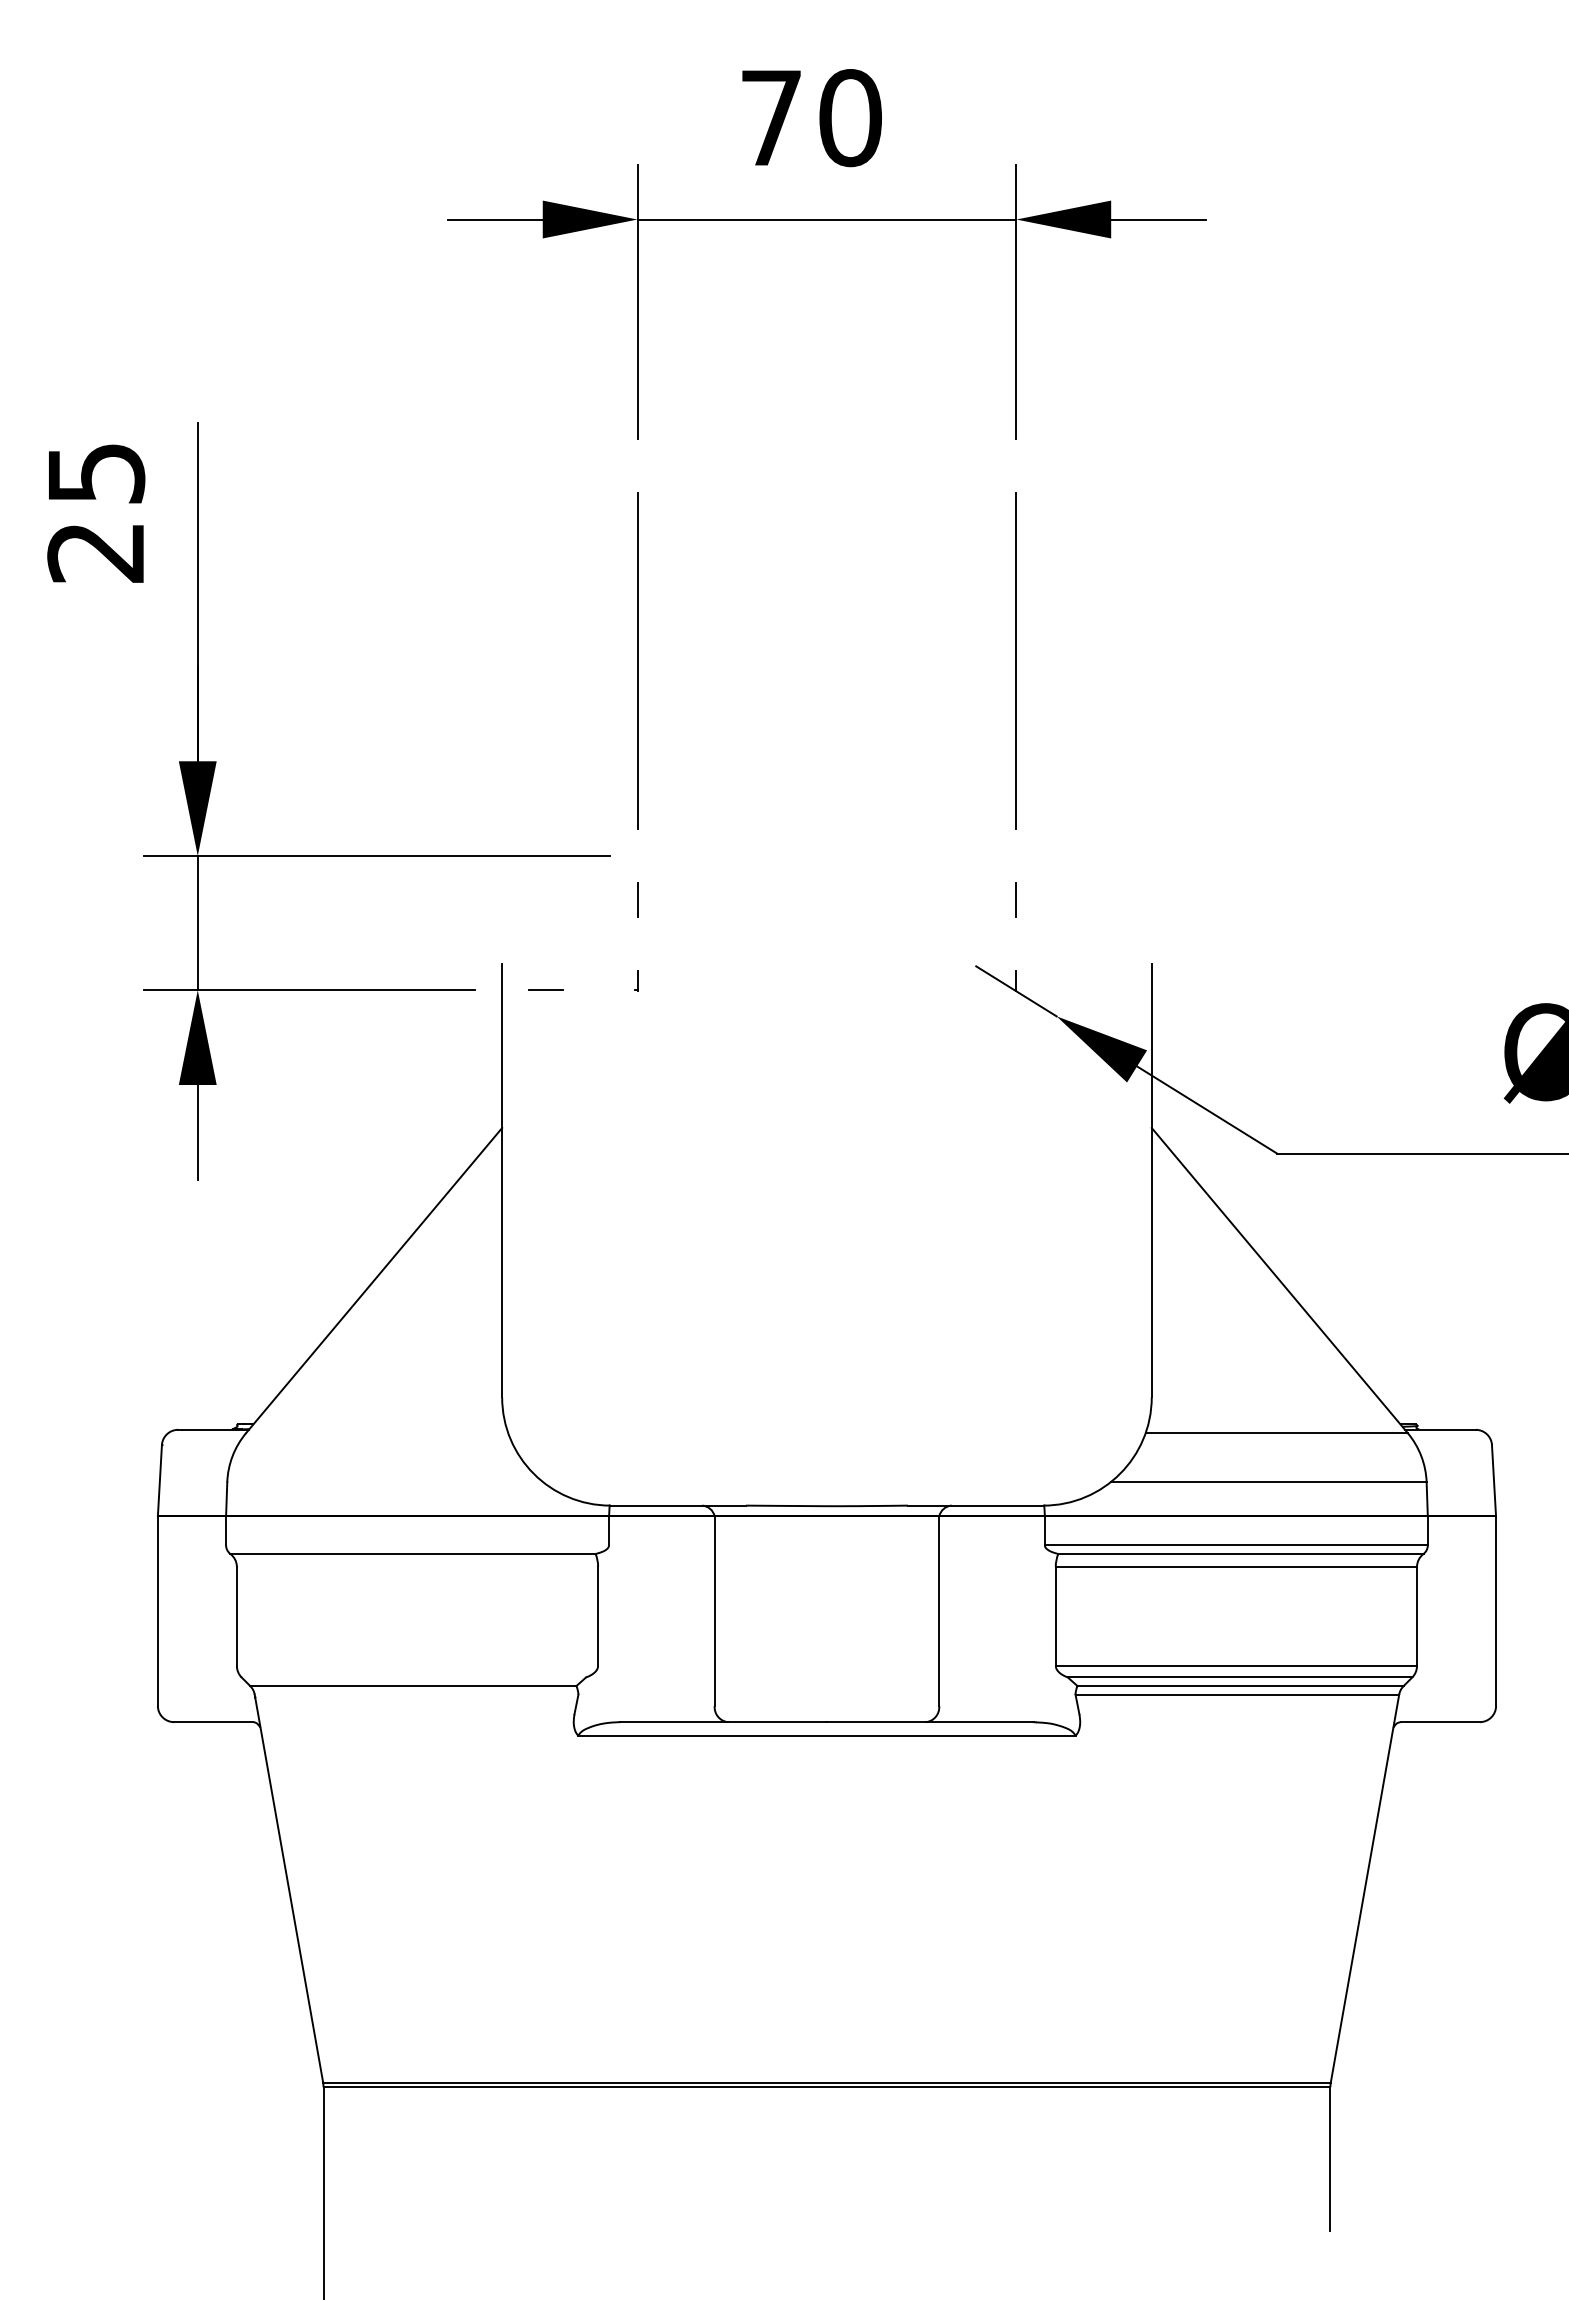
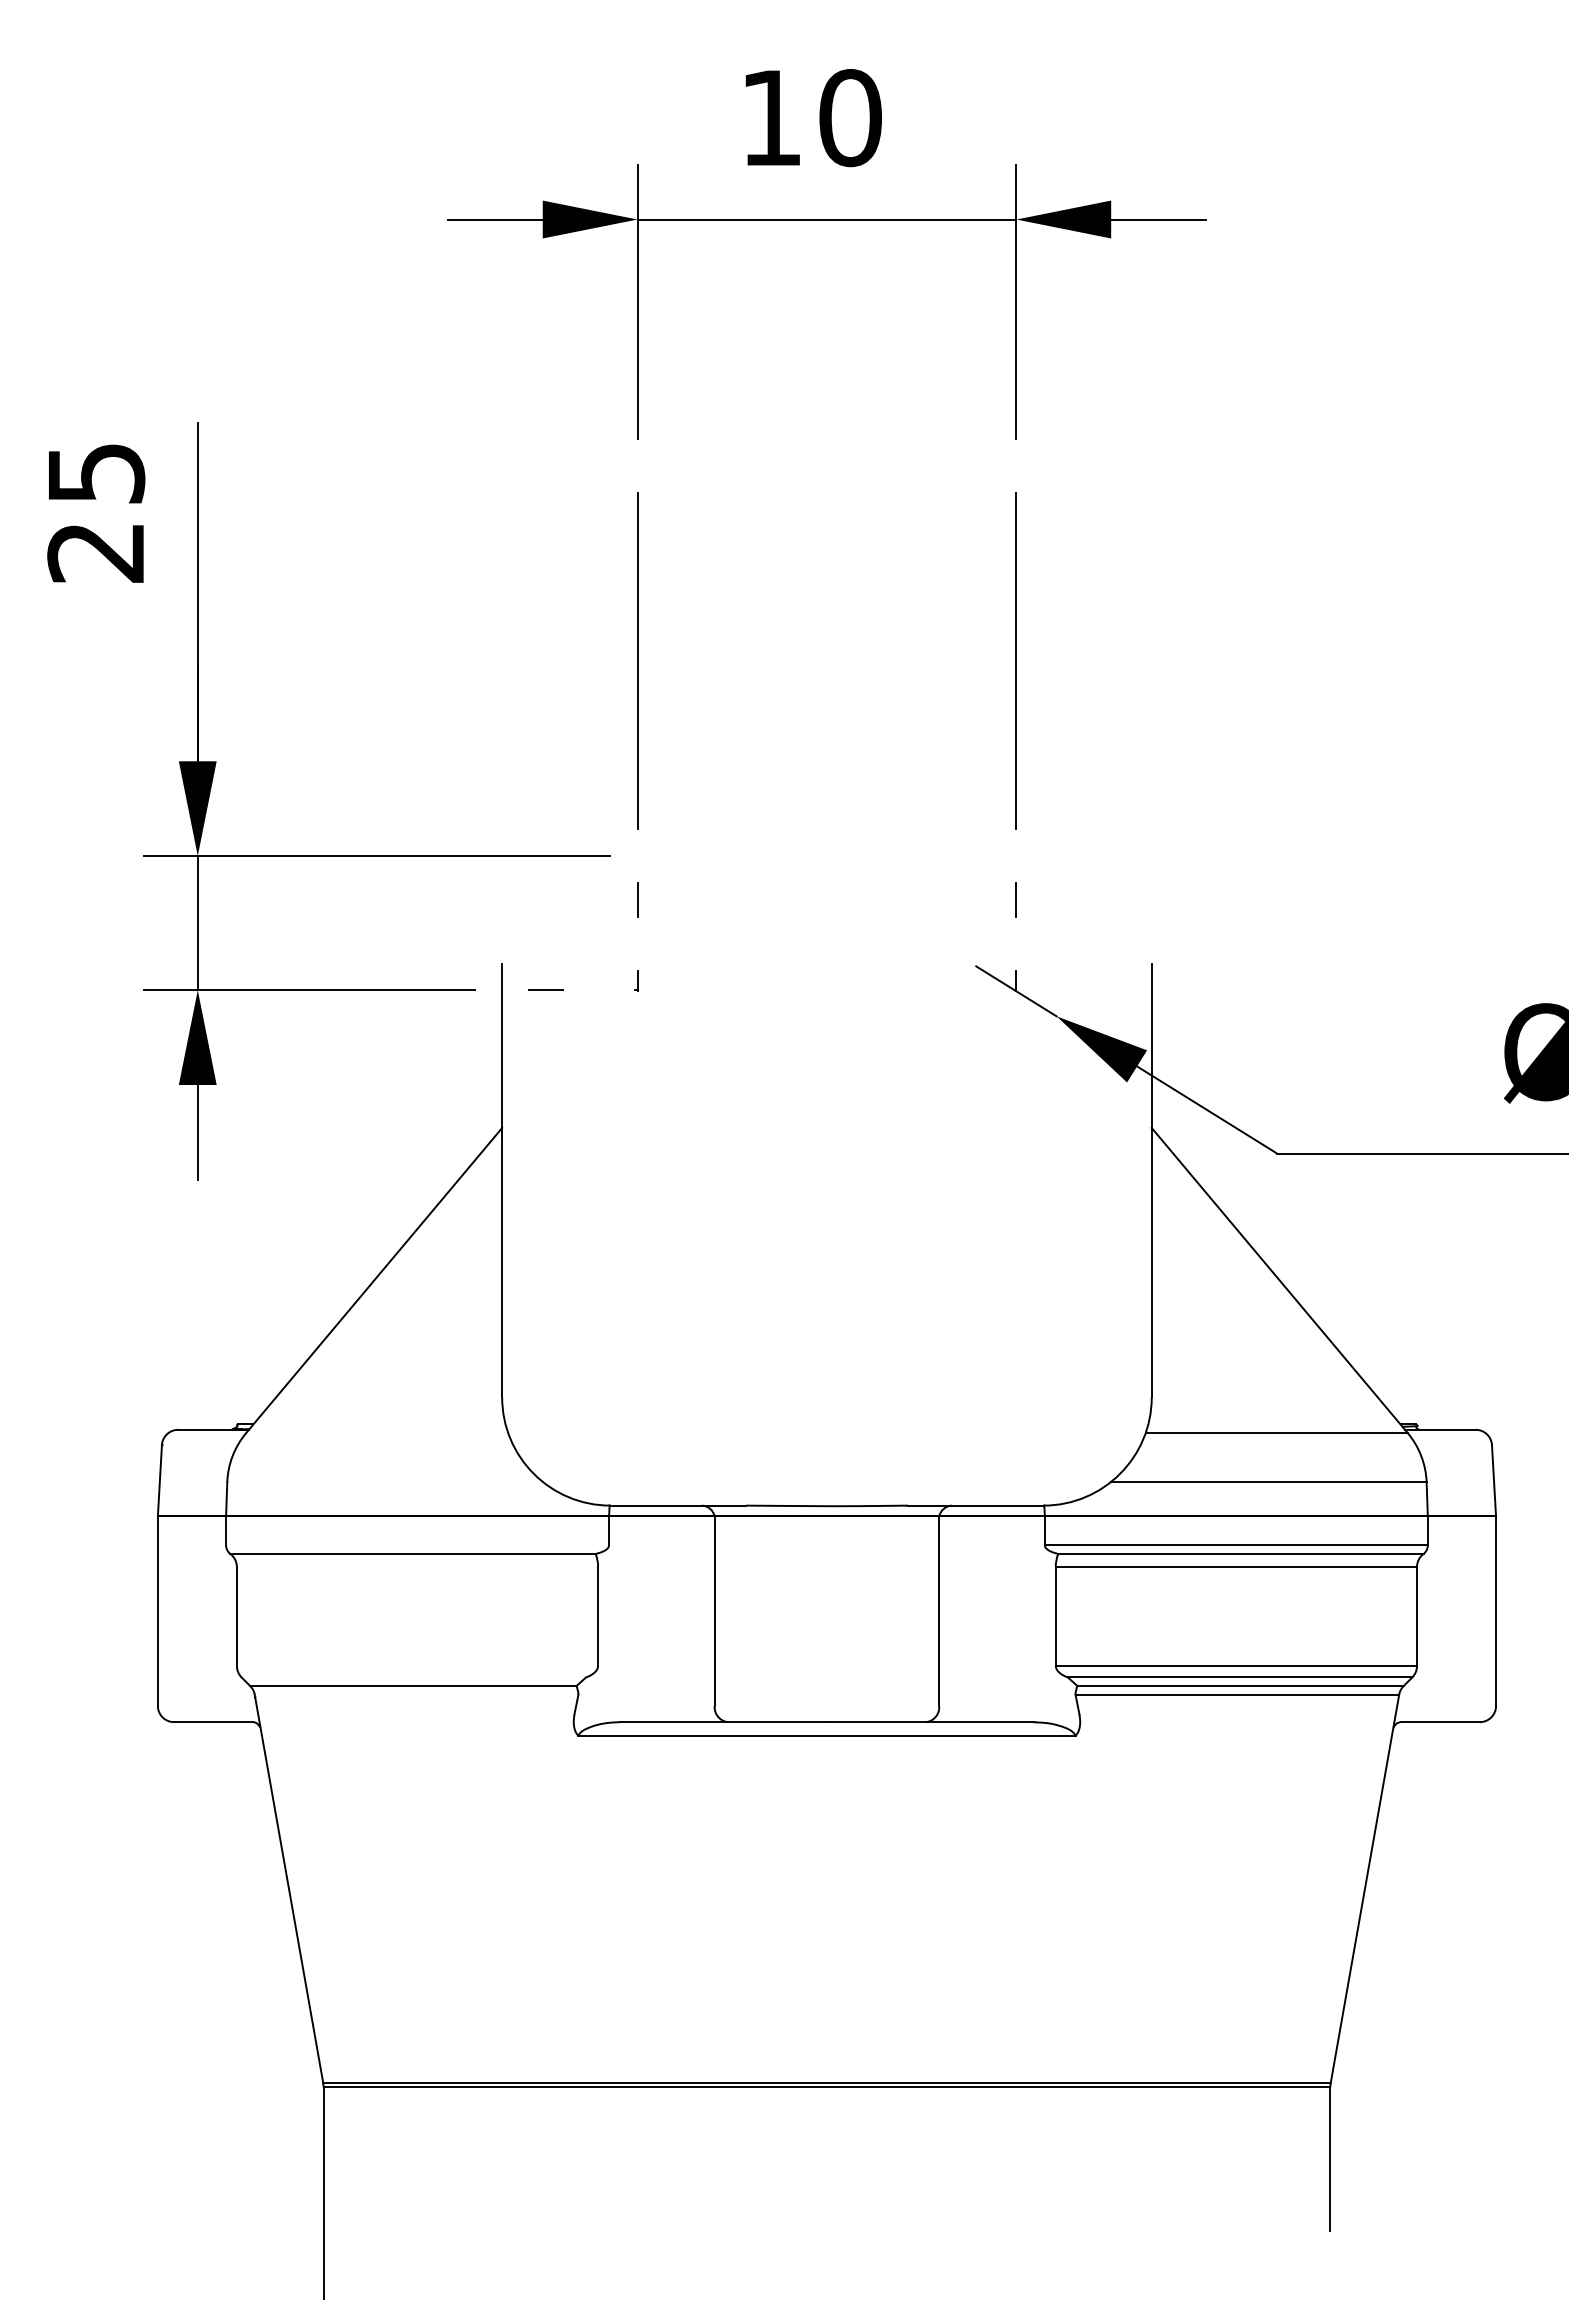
text at (771, 117): 70 -> 10
